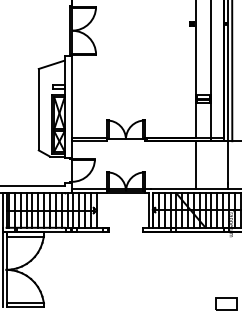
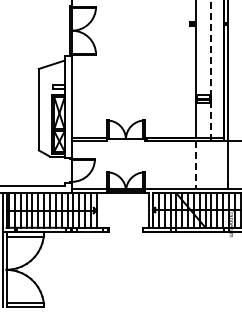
line at (211, 70): solid -> dashed
line at (232, 71): present -> none
line at (196, 165): solid -> dashed
part at (226, 303): present -> none
